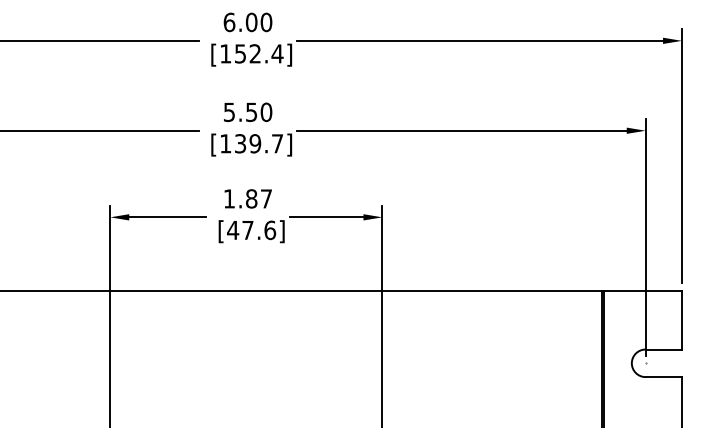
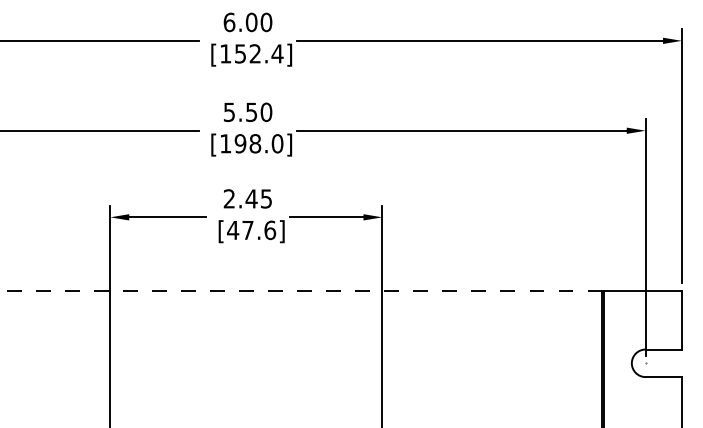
text at (258, 143): [139.7] -> [198.0]
text at (247, 198): 1.87 -> 2.45
line at (301, 290): solid -> dashed
